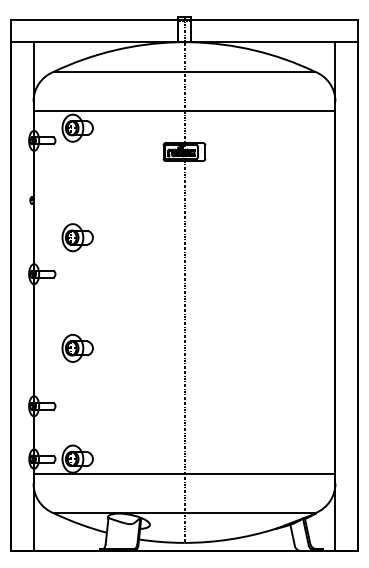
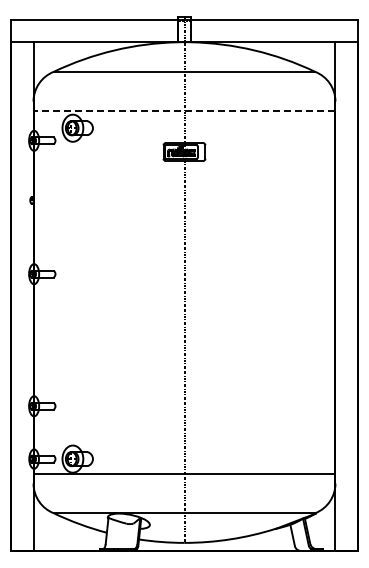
line at (184, 111): solid -> dashed
part at (77, 237): present -> none
part at (77, 348): present -> none
